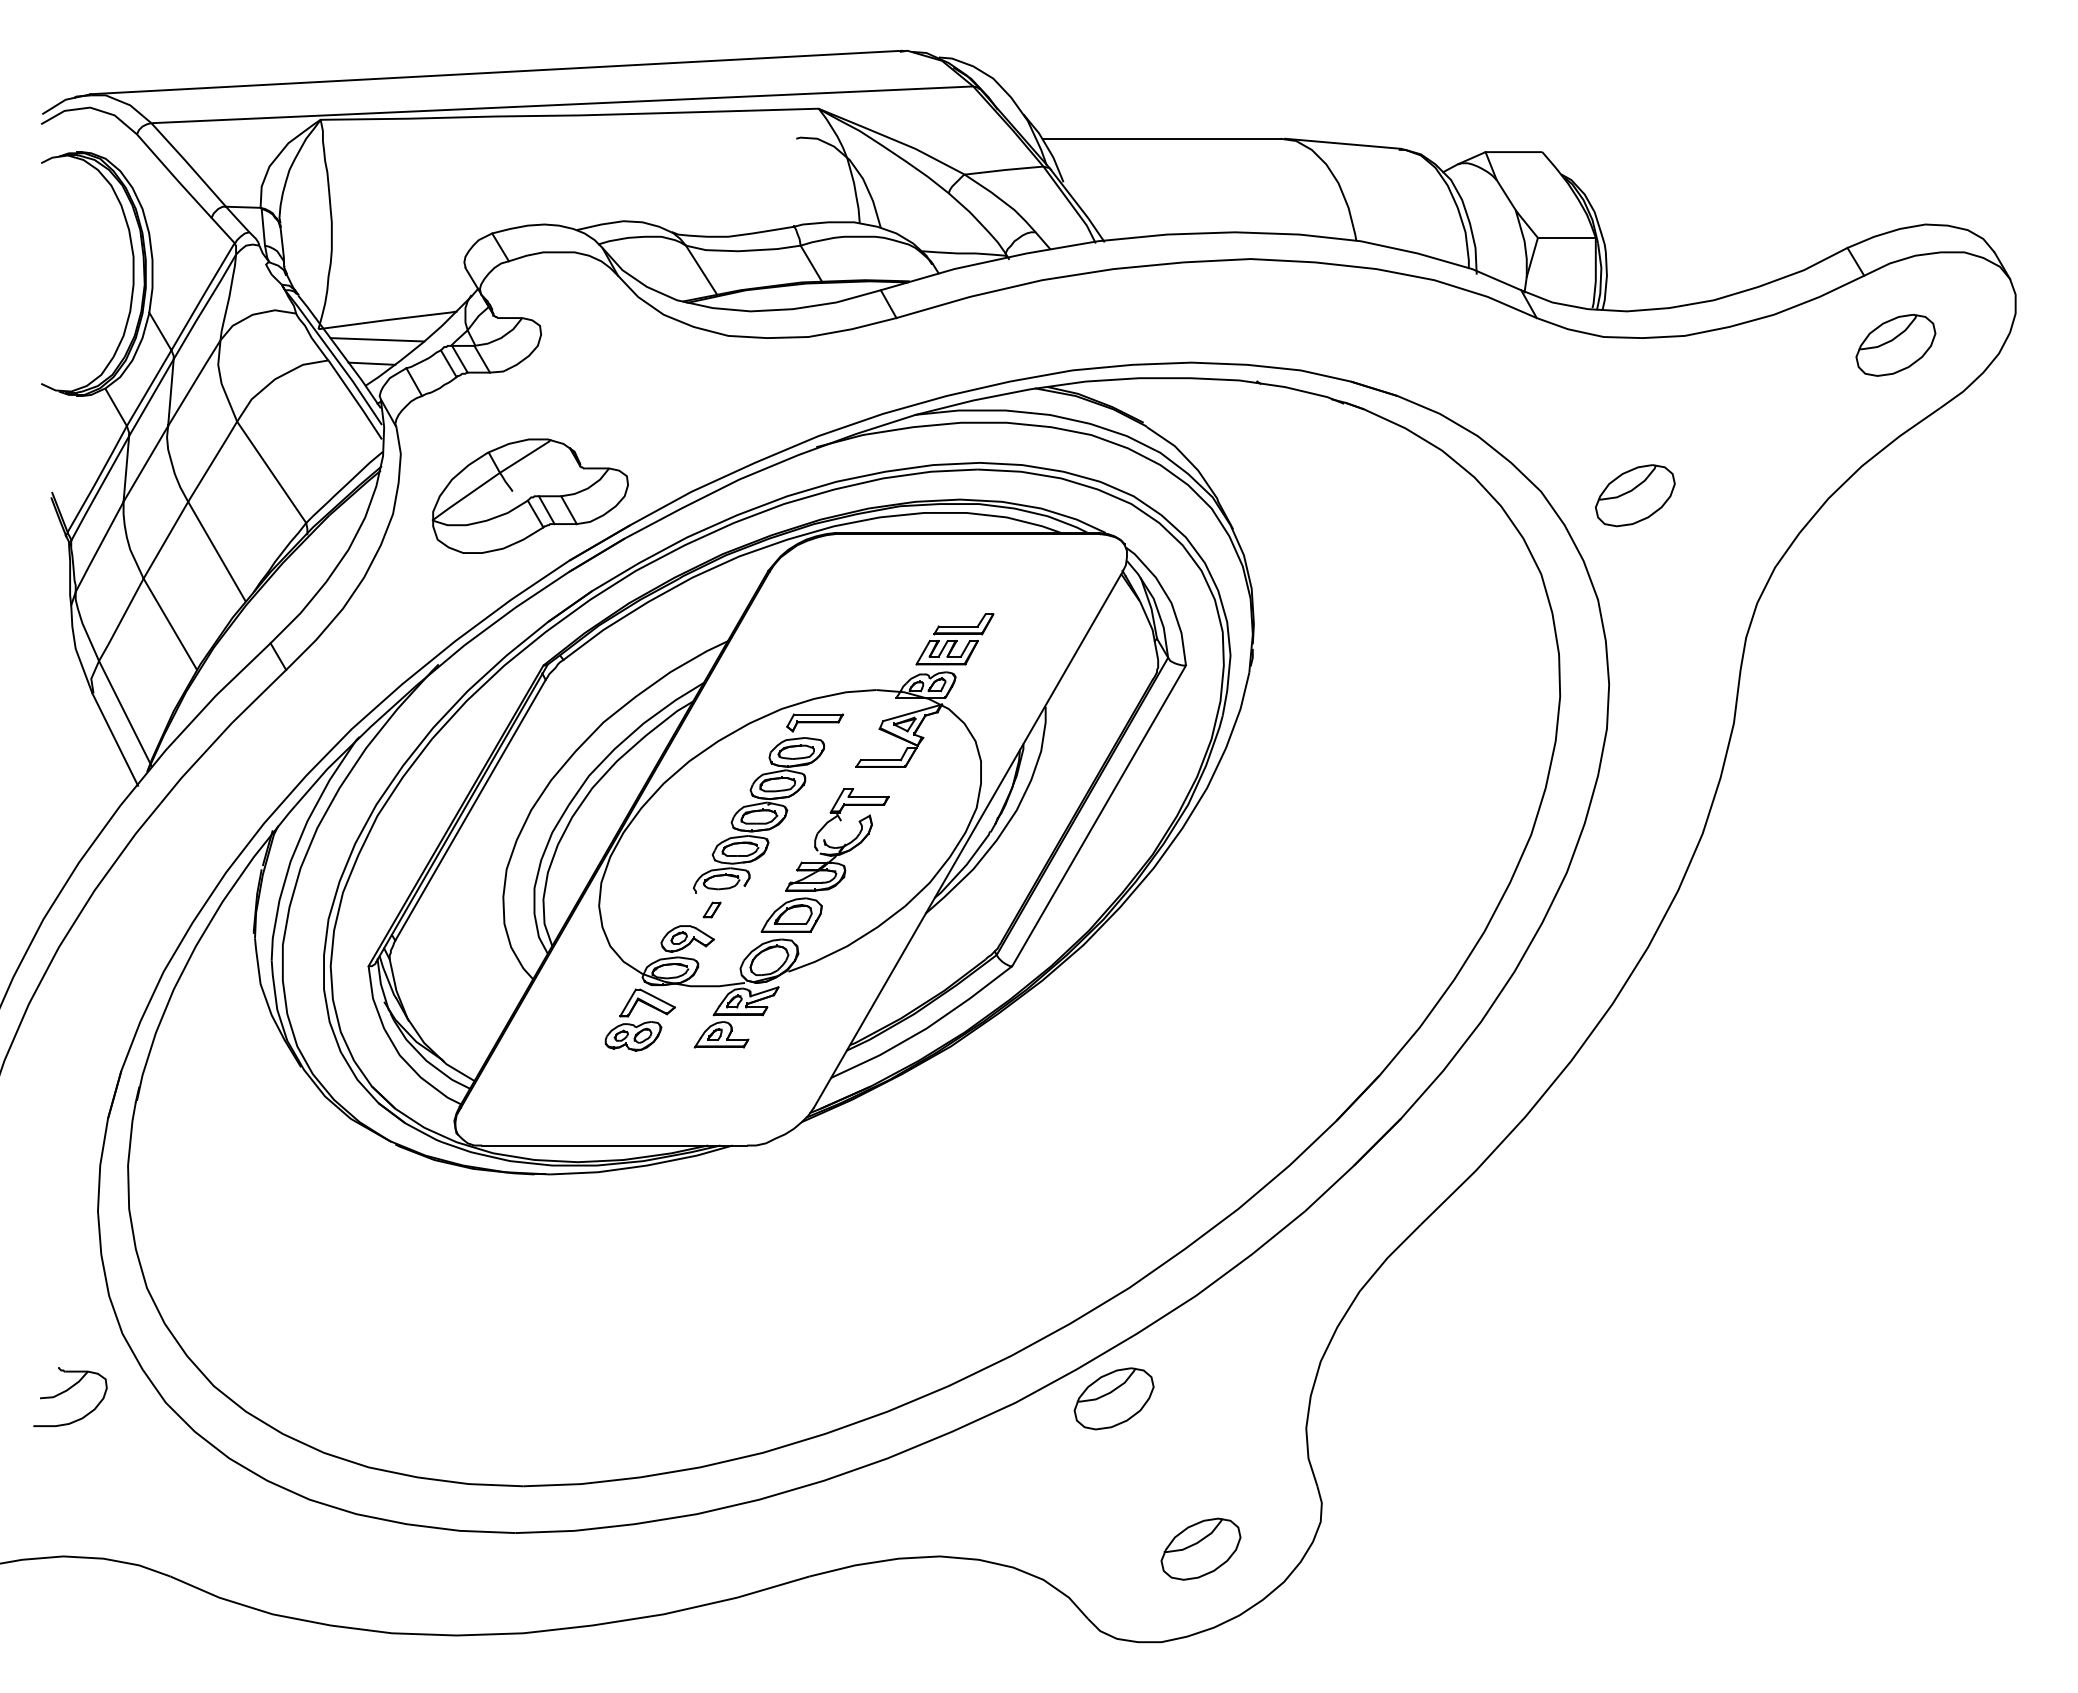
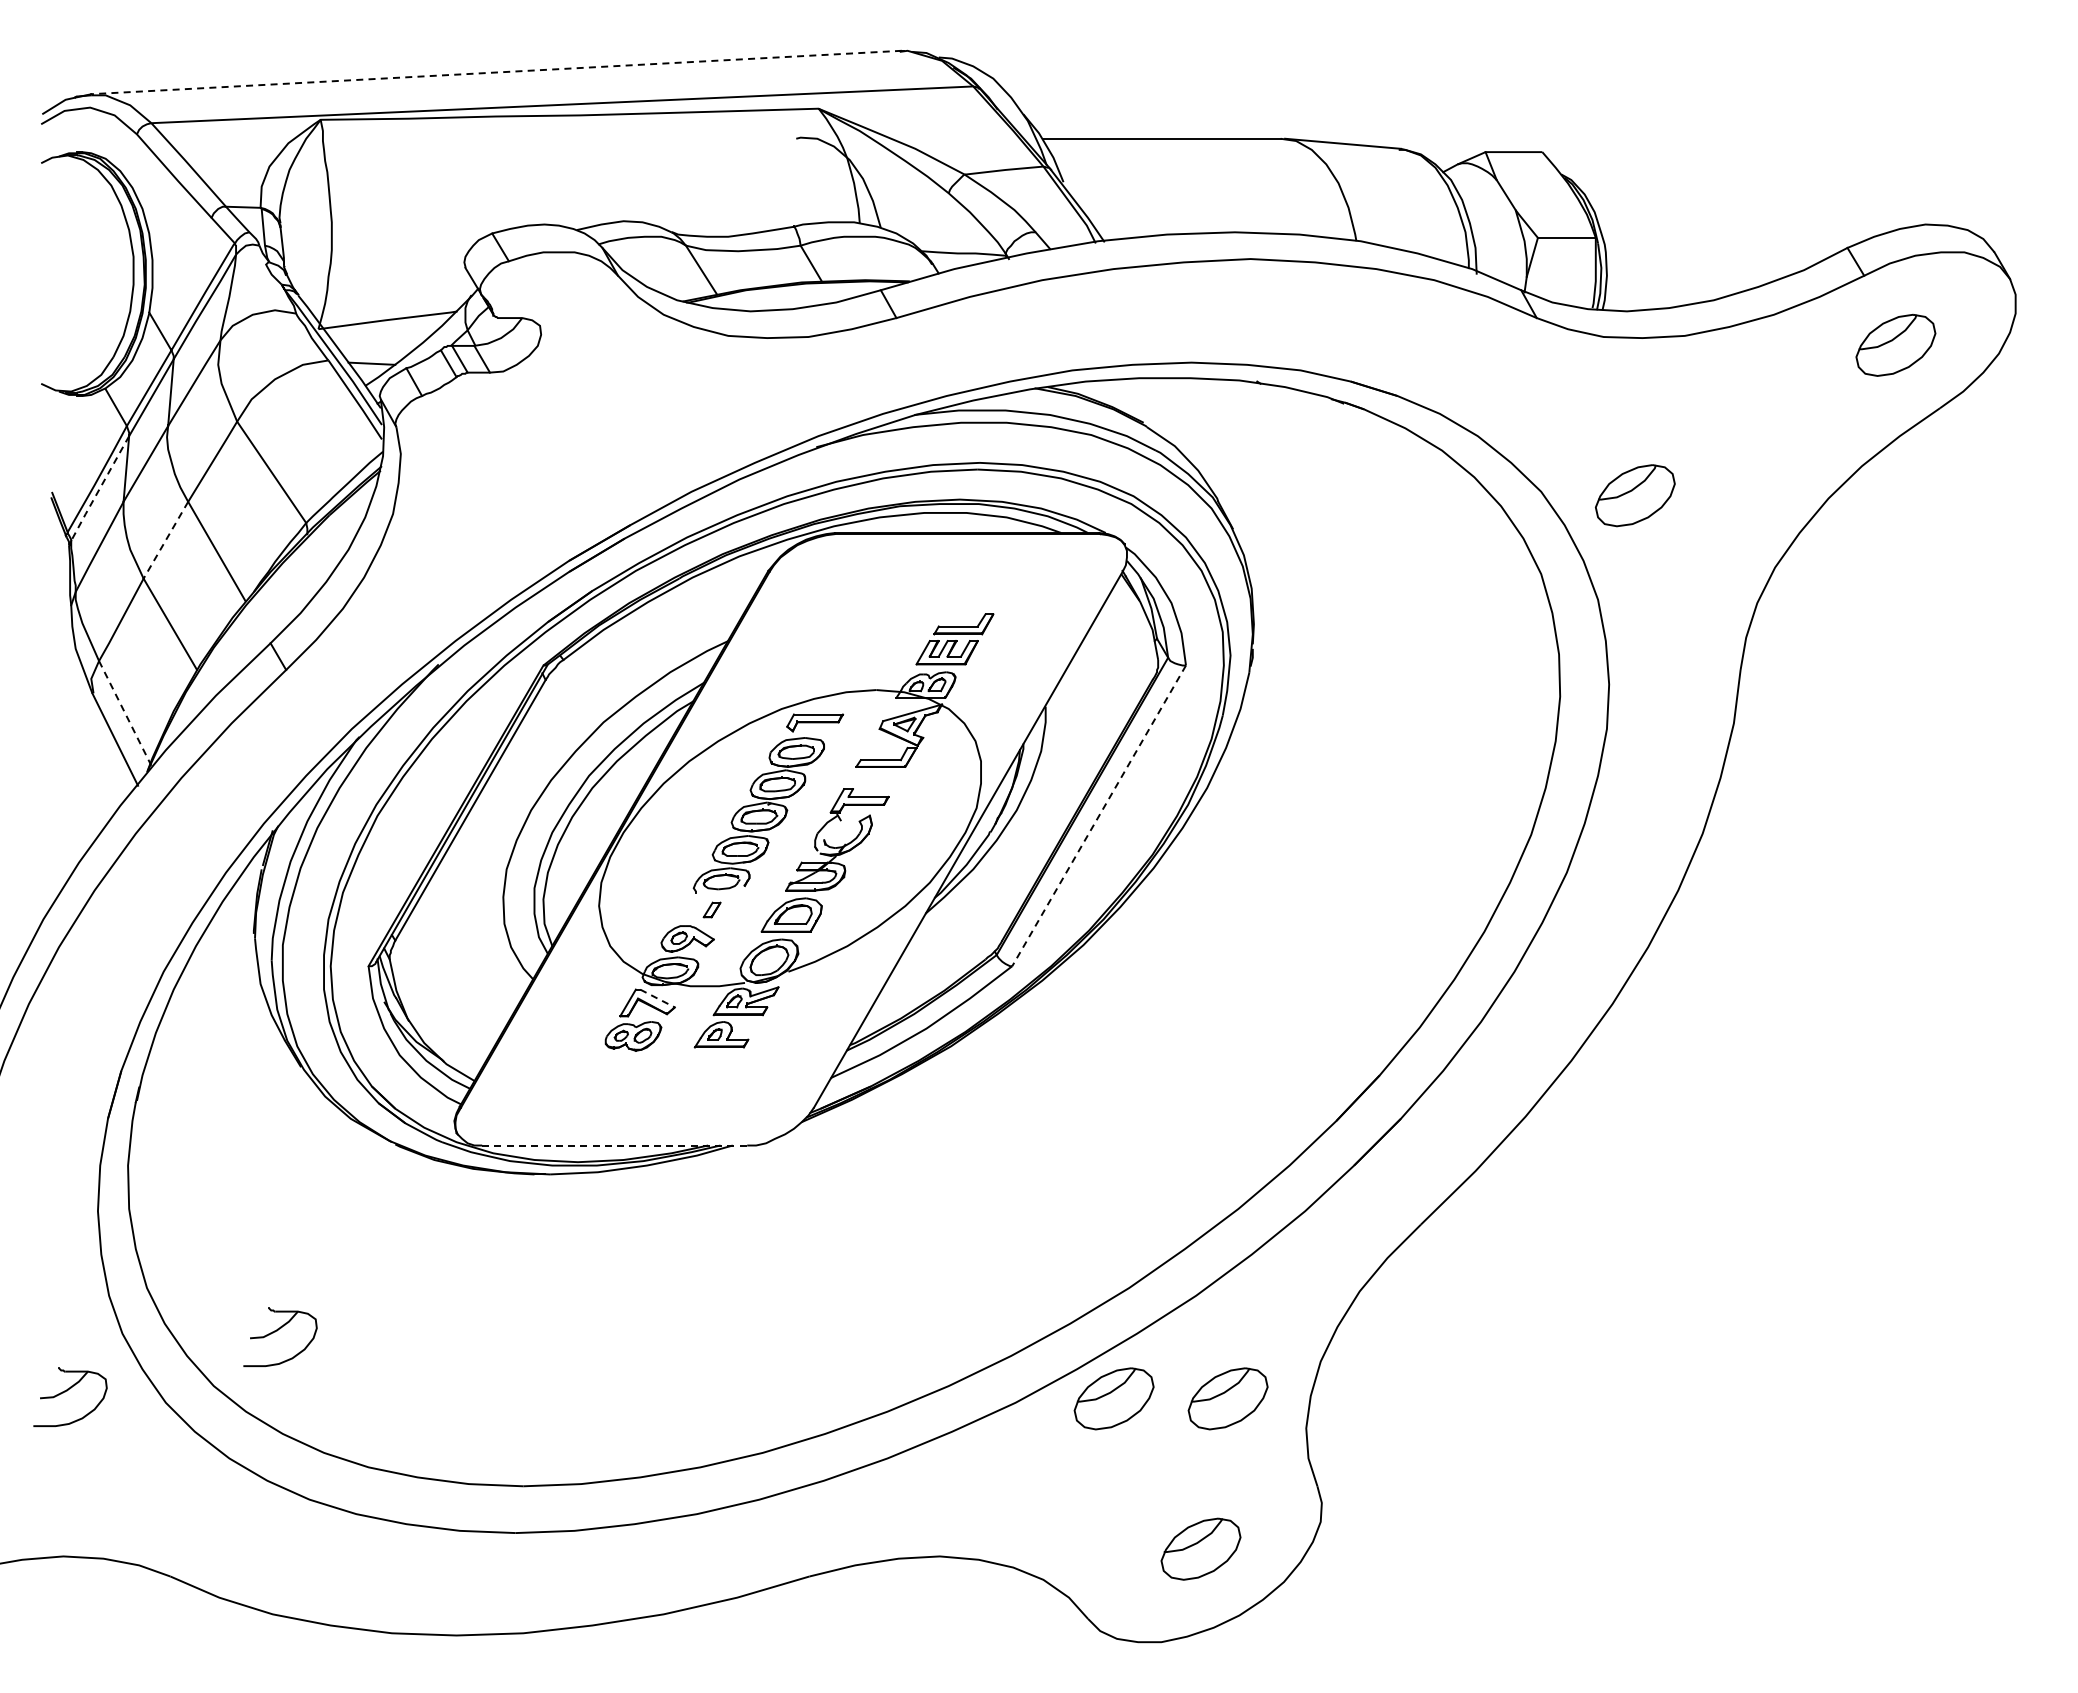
line at (495, 72): solid -> dashed
line at (377, 339): present -> none
line at (99, 488): solid -> dashed
part at (529, 495): present -> none
line at (165, 540): solid -> dashed
line at (125, 713): solid -> dashed
line at (1099, 815): solid -> dashed
line at (658, 998): solid -> dashed
line at (614, 1145): solid -> dashed
part at (280, 1336): none -> present
part at (1227, 1398): none -> present
